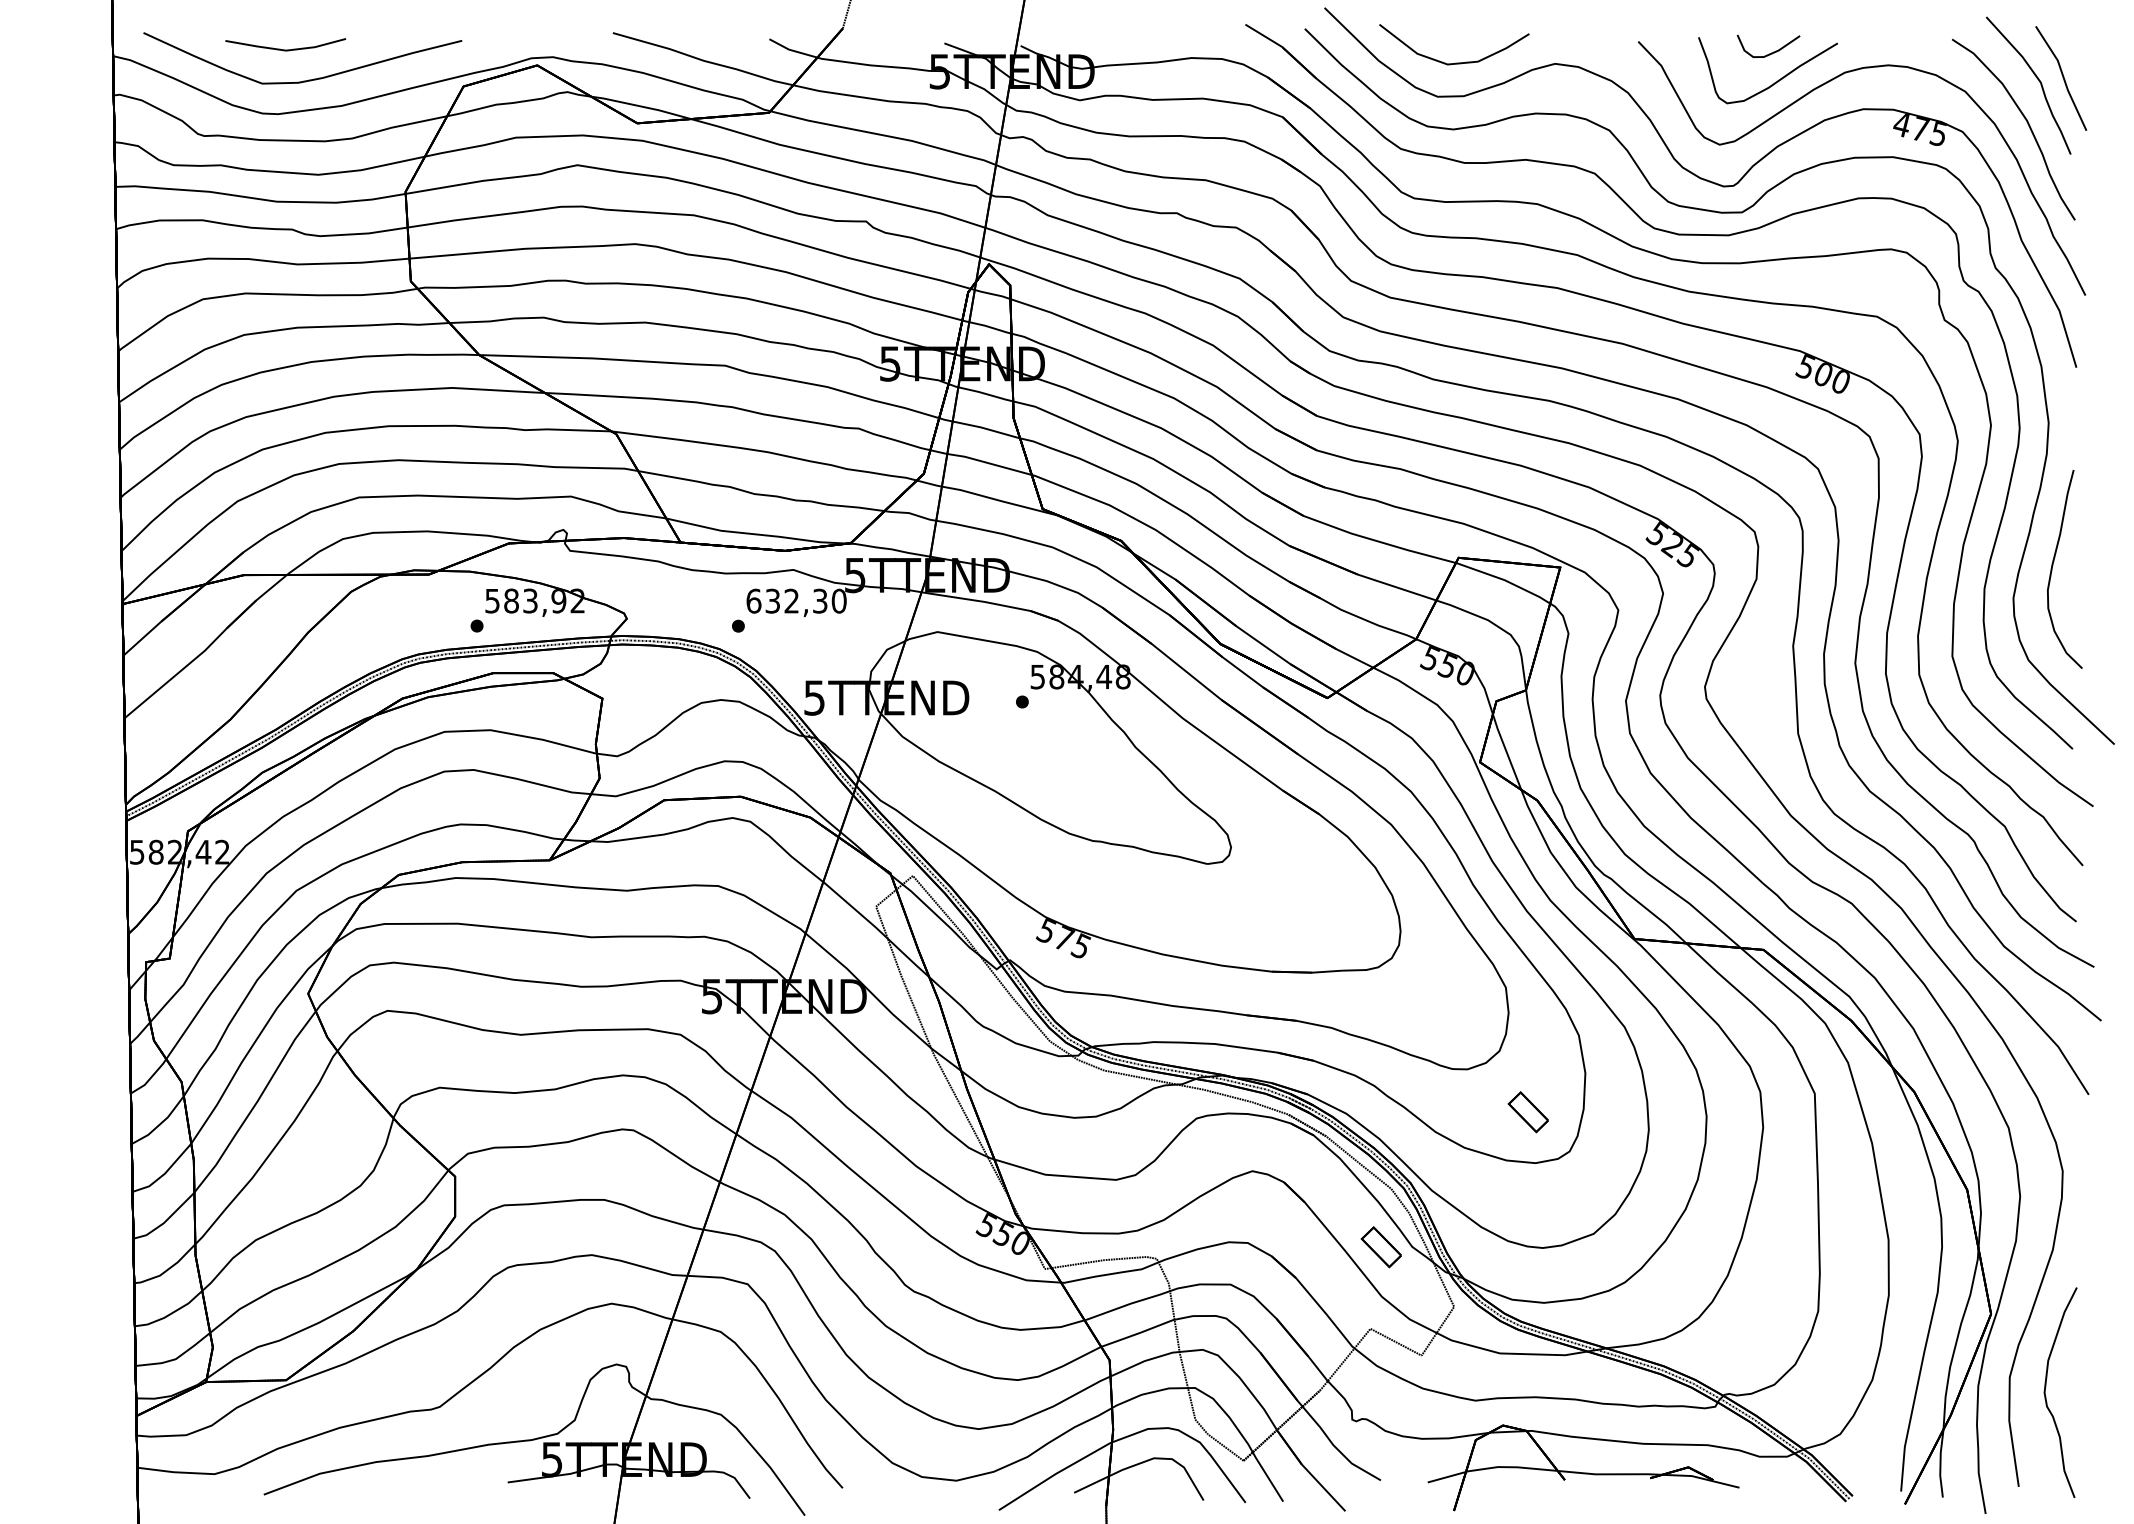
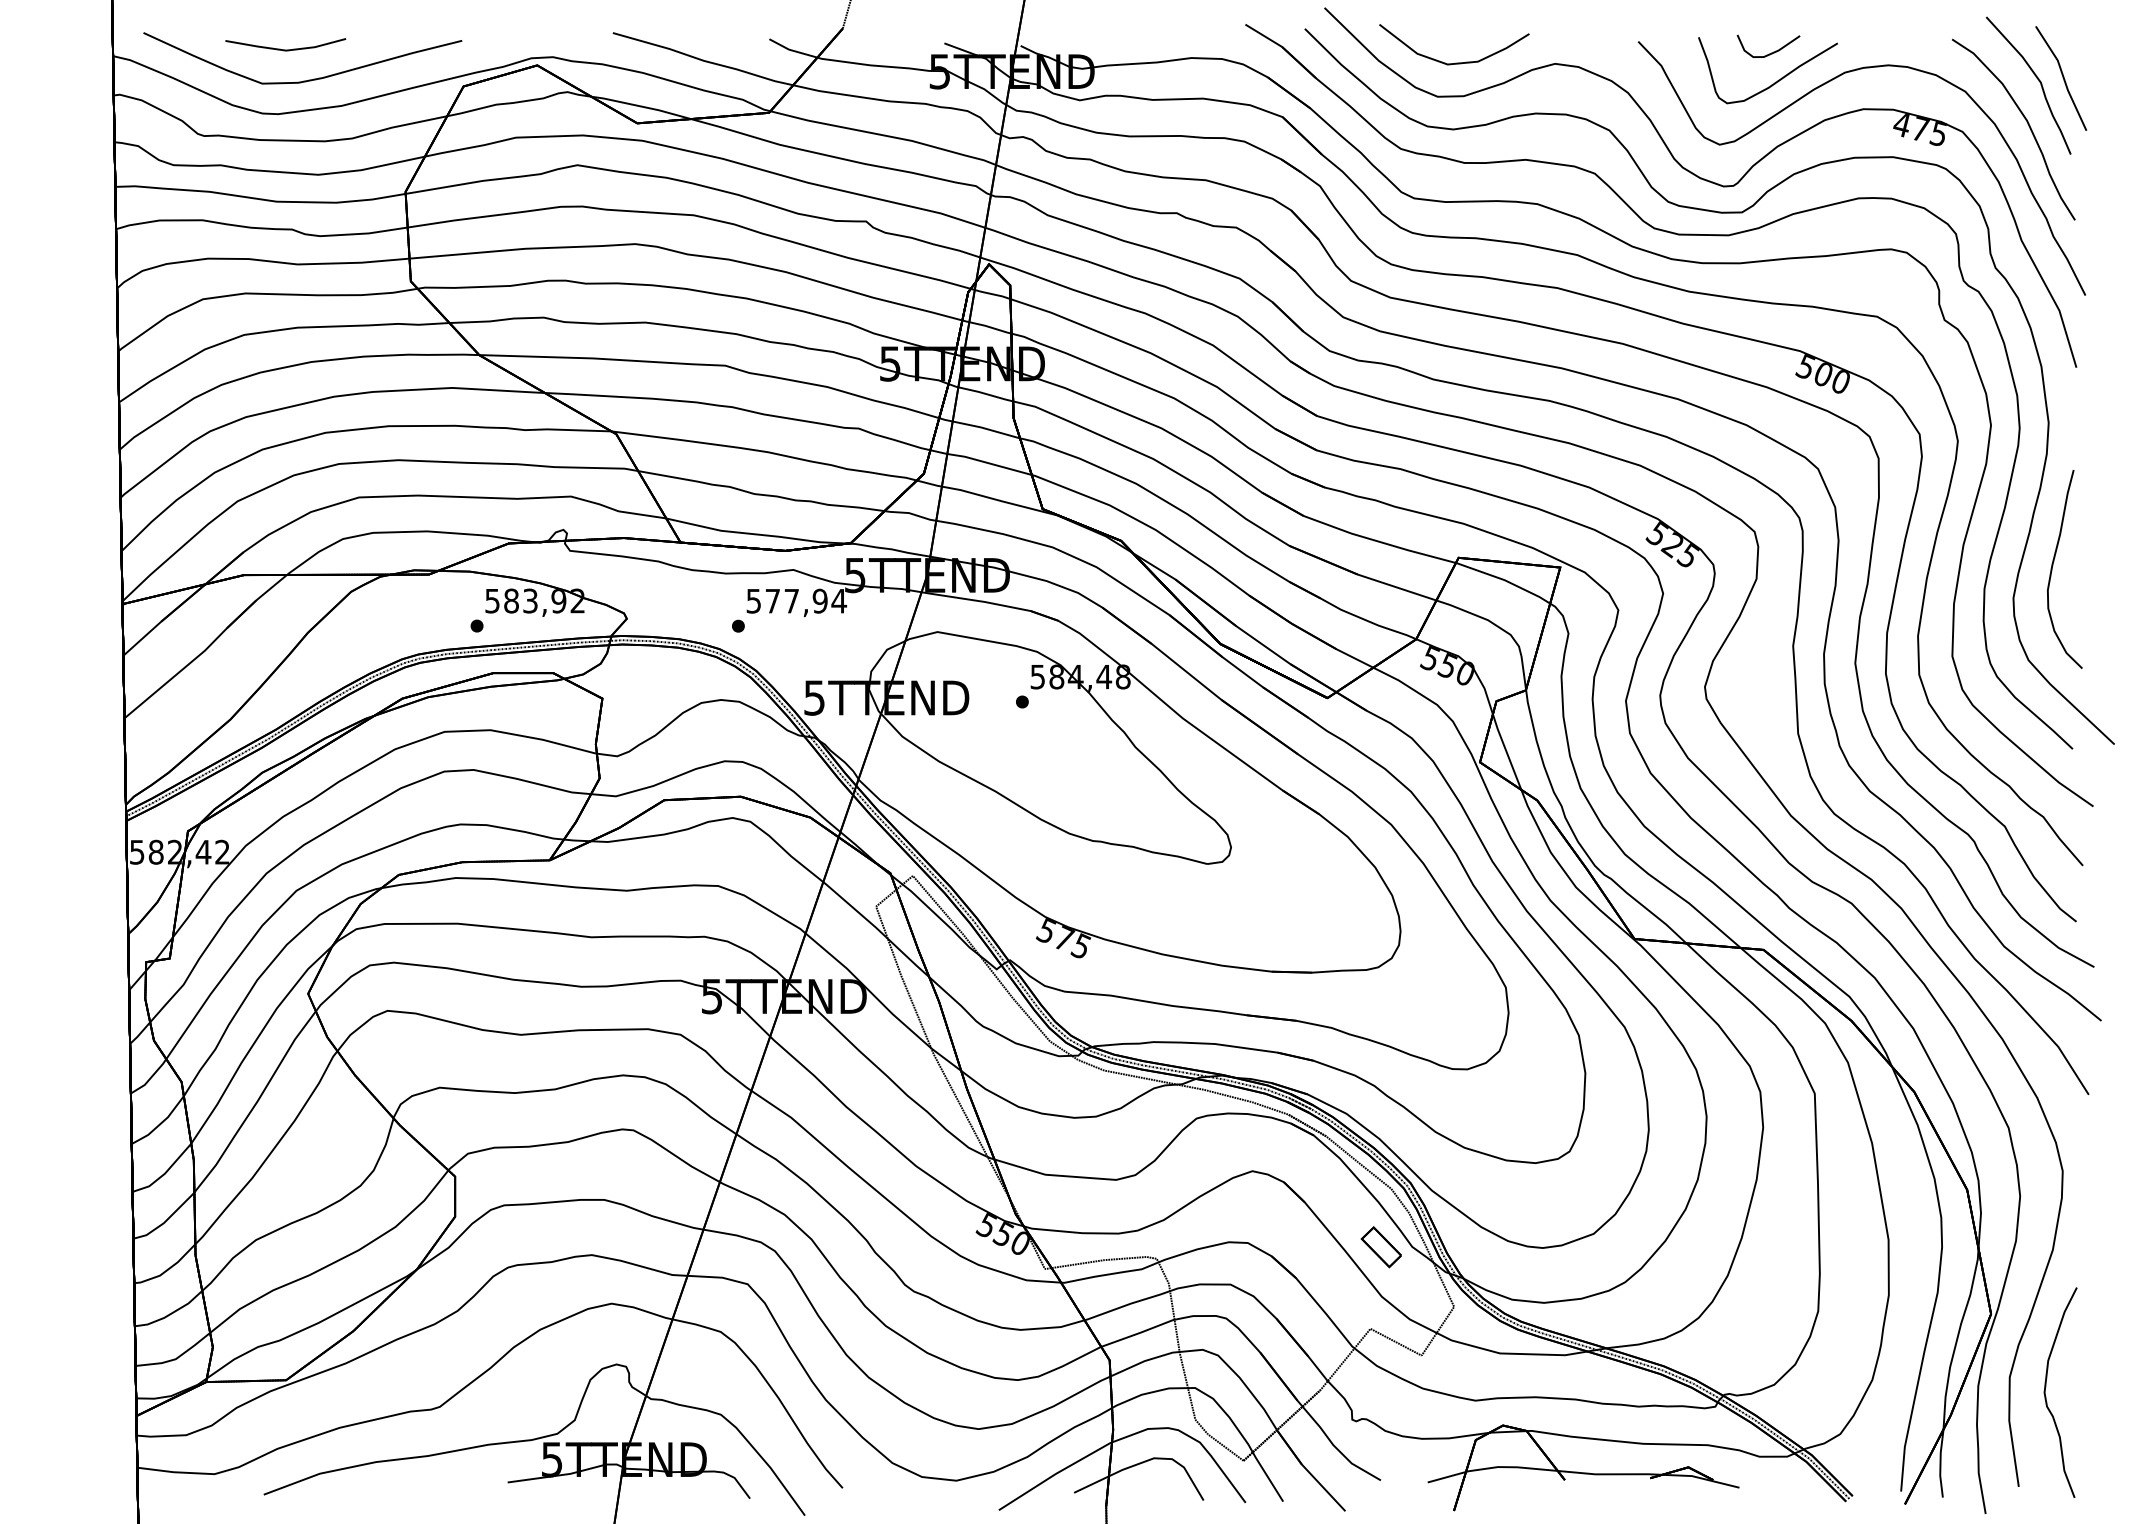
text at (796, 600): 632,30 -> 577,94
part at (1527, 1112): present -> none
